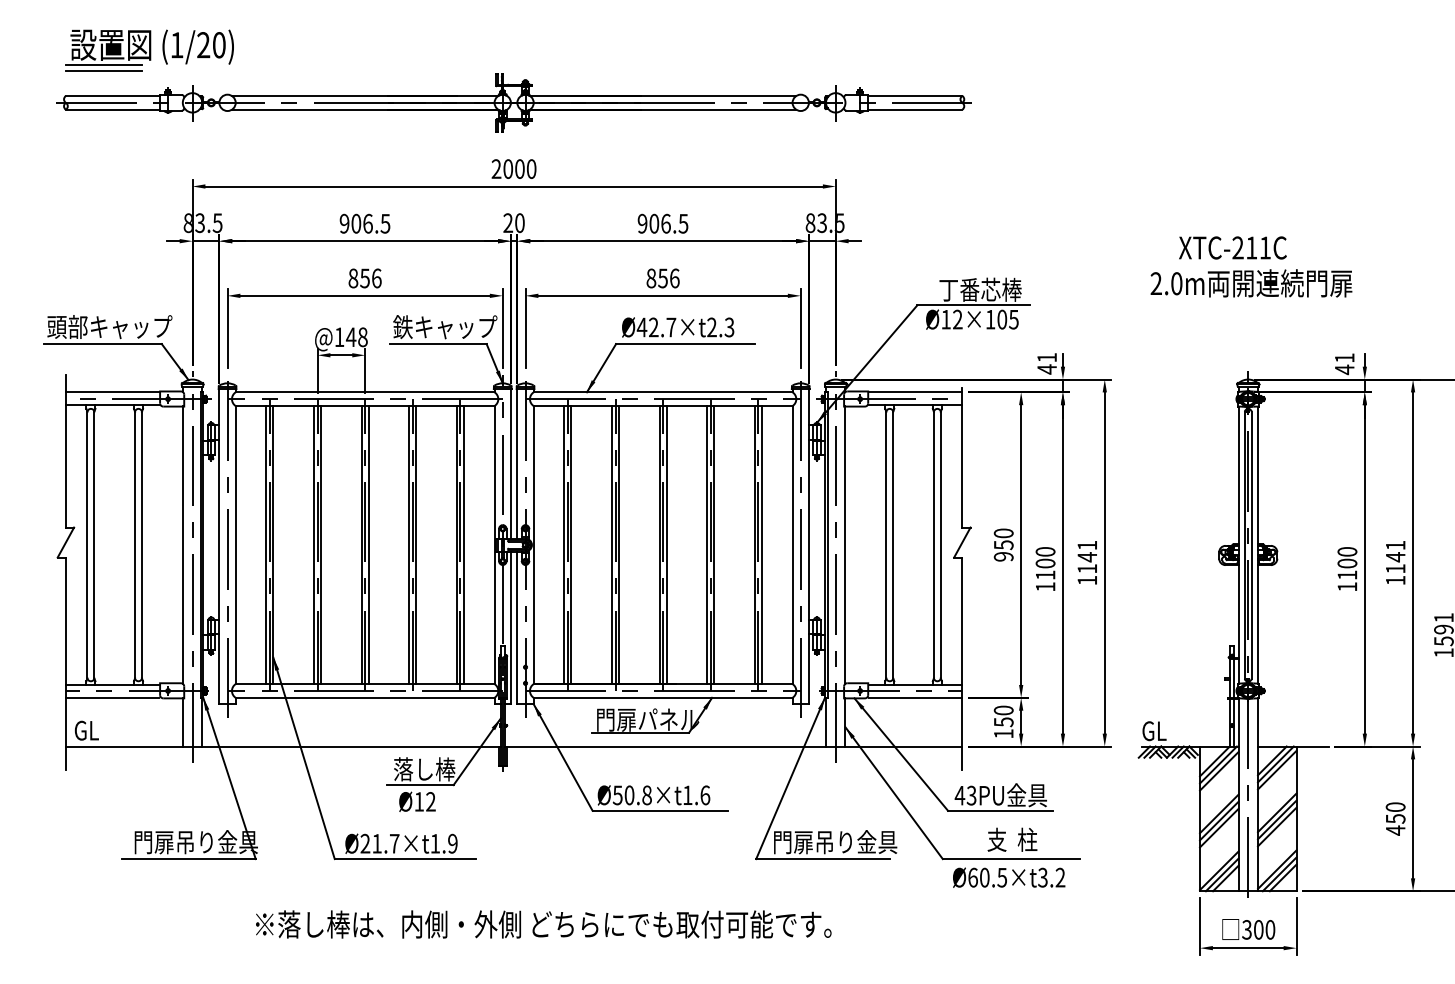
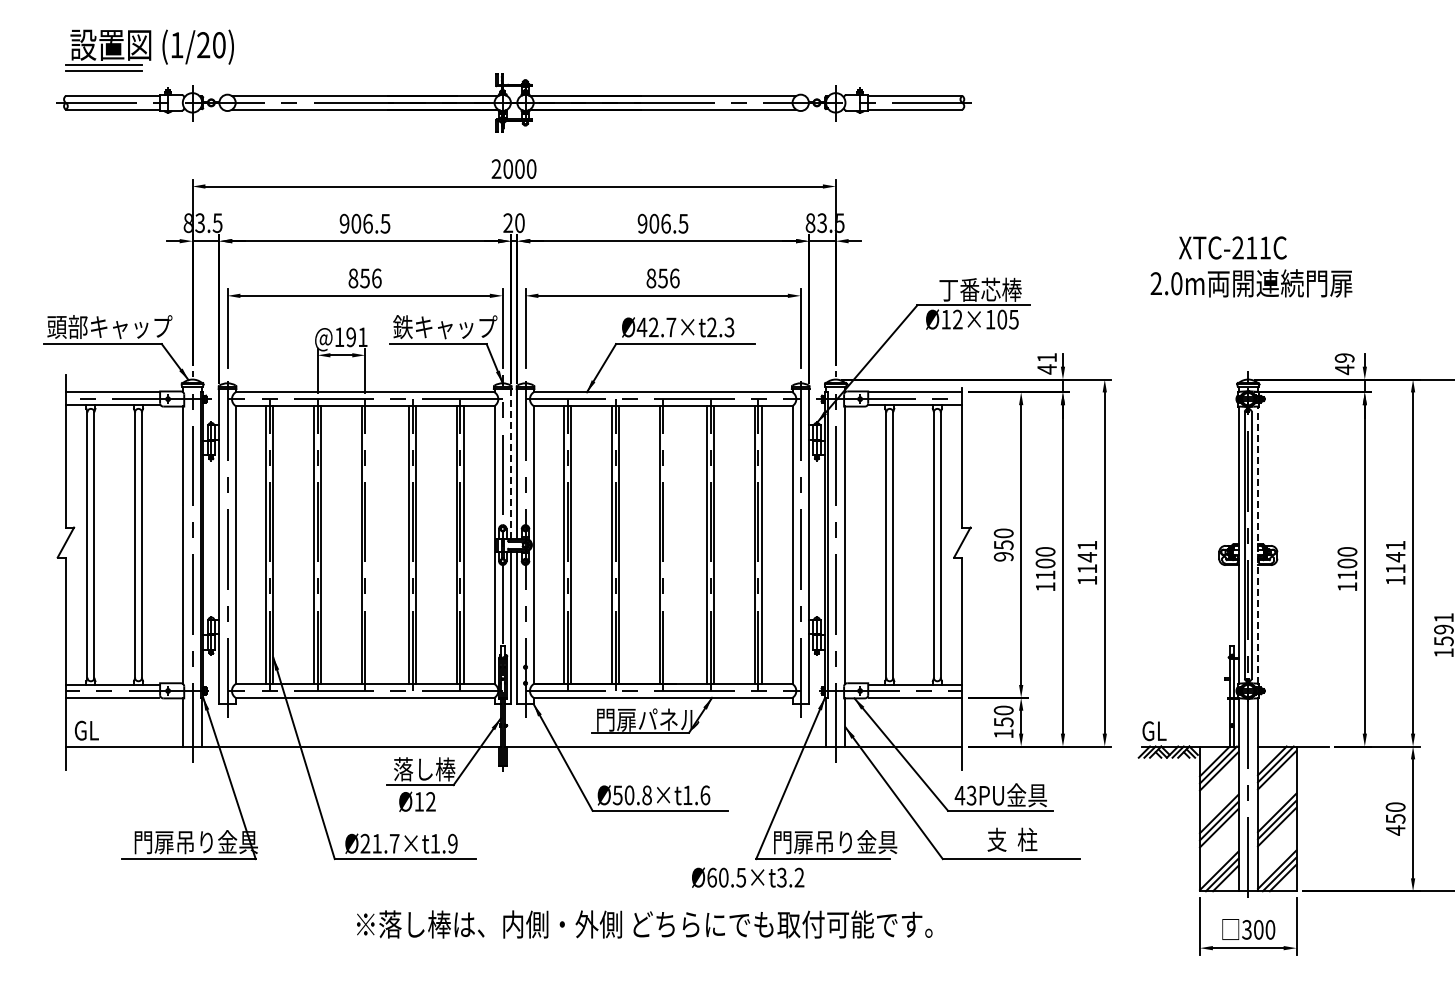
text at (356, 337): @148 -> @191
text at (1344, 357): 41 -> 49
line at (510, 463): solid -> dashed
line at (1257, 544): solid -> dashed
line at (368, 545): present -> none
line at (666, 545): present -> none
text at (1009, 877) position: (1009, 877) -> (748, 877)
text at (543, 924) position: (543, 924) -> (644, 924)
